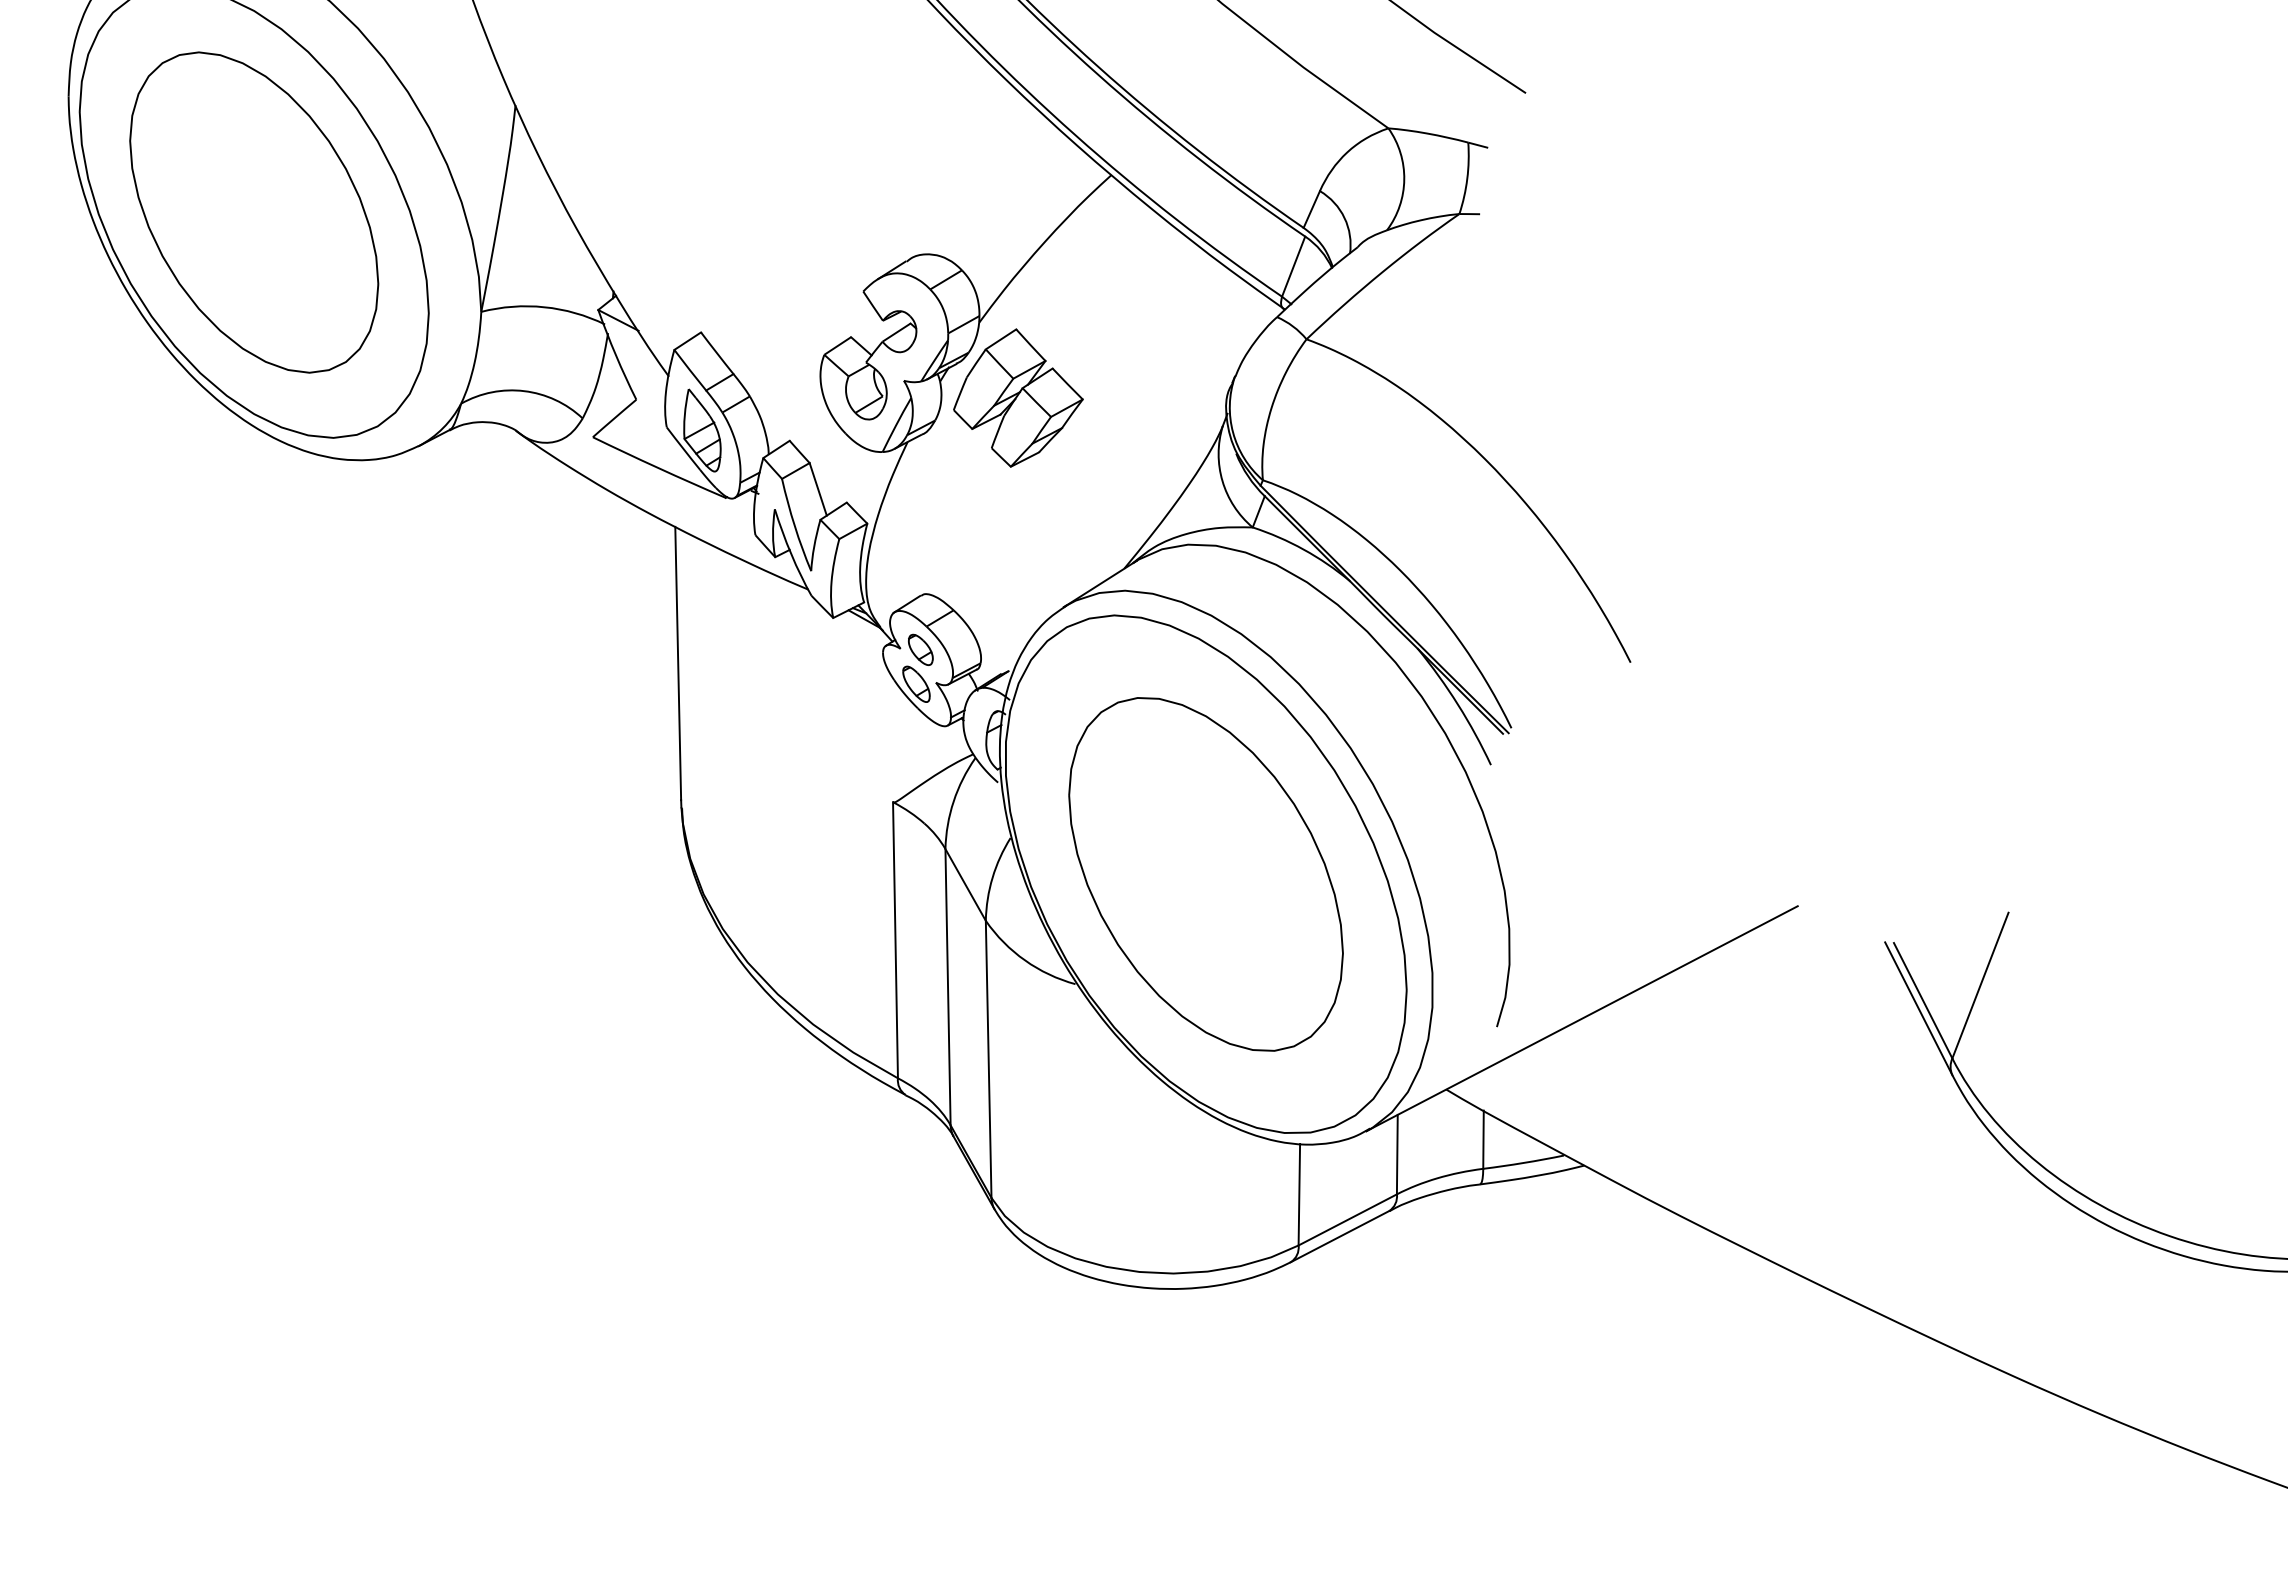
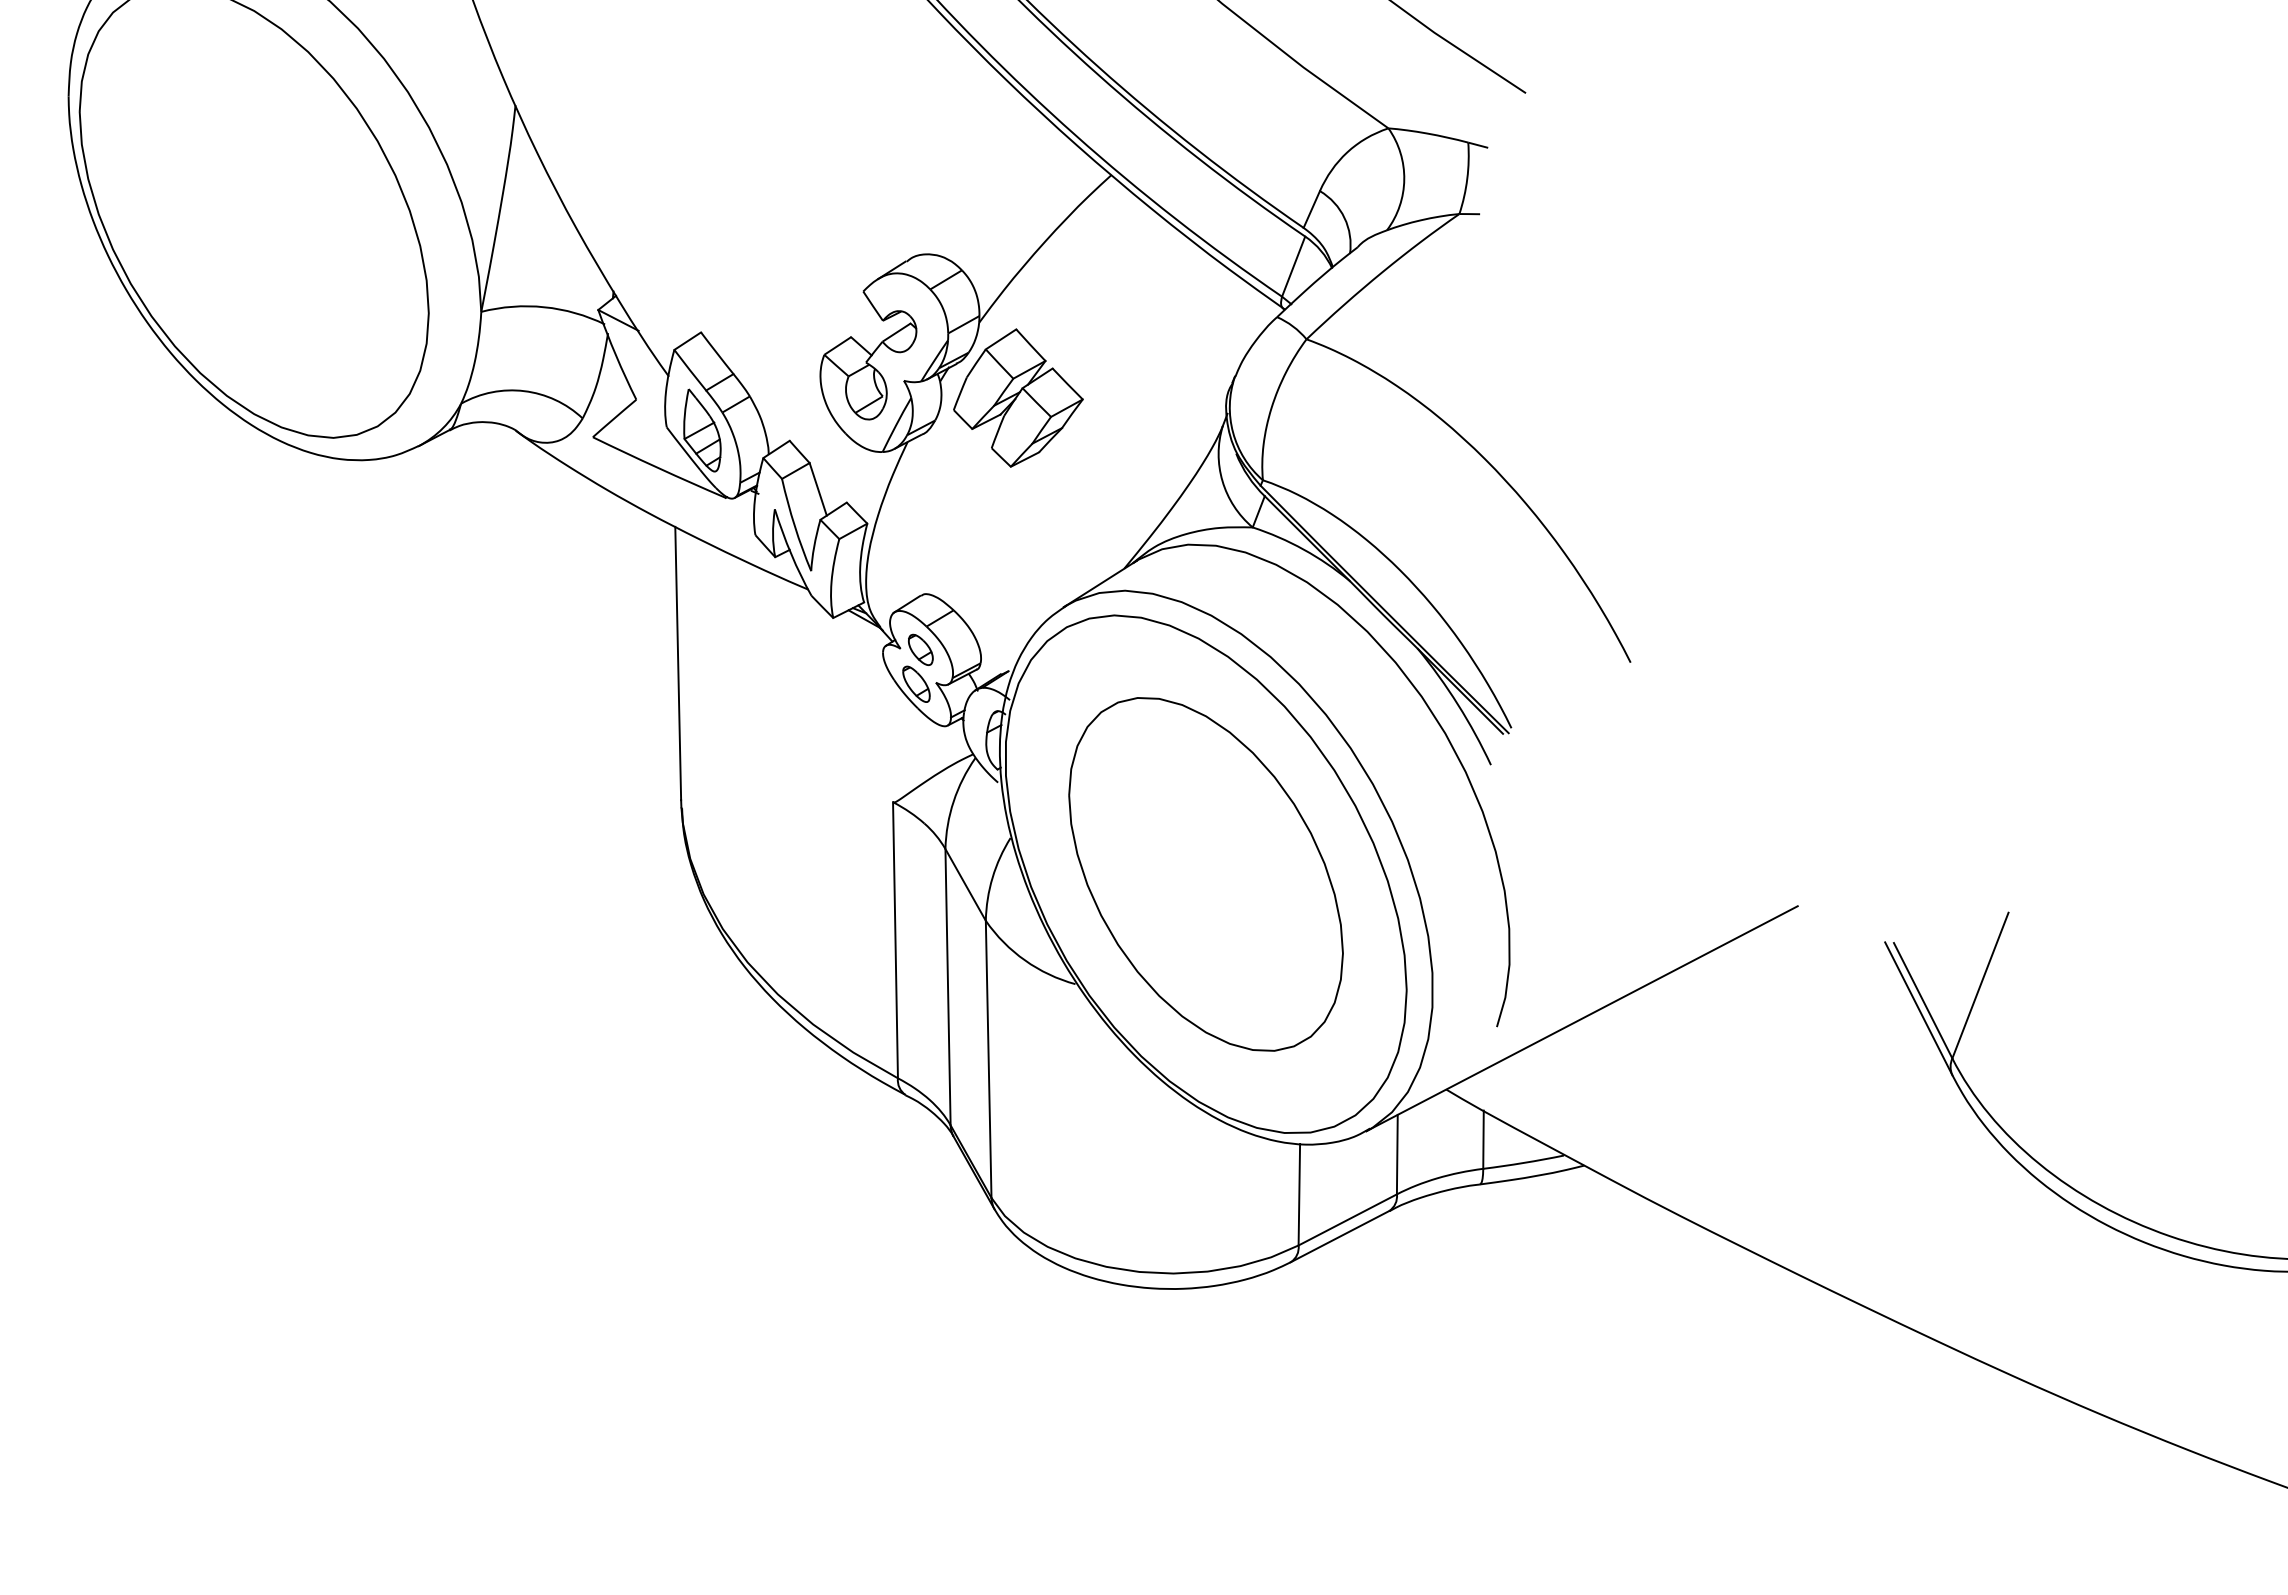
part at (254, 212): present -> none
